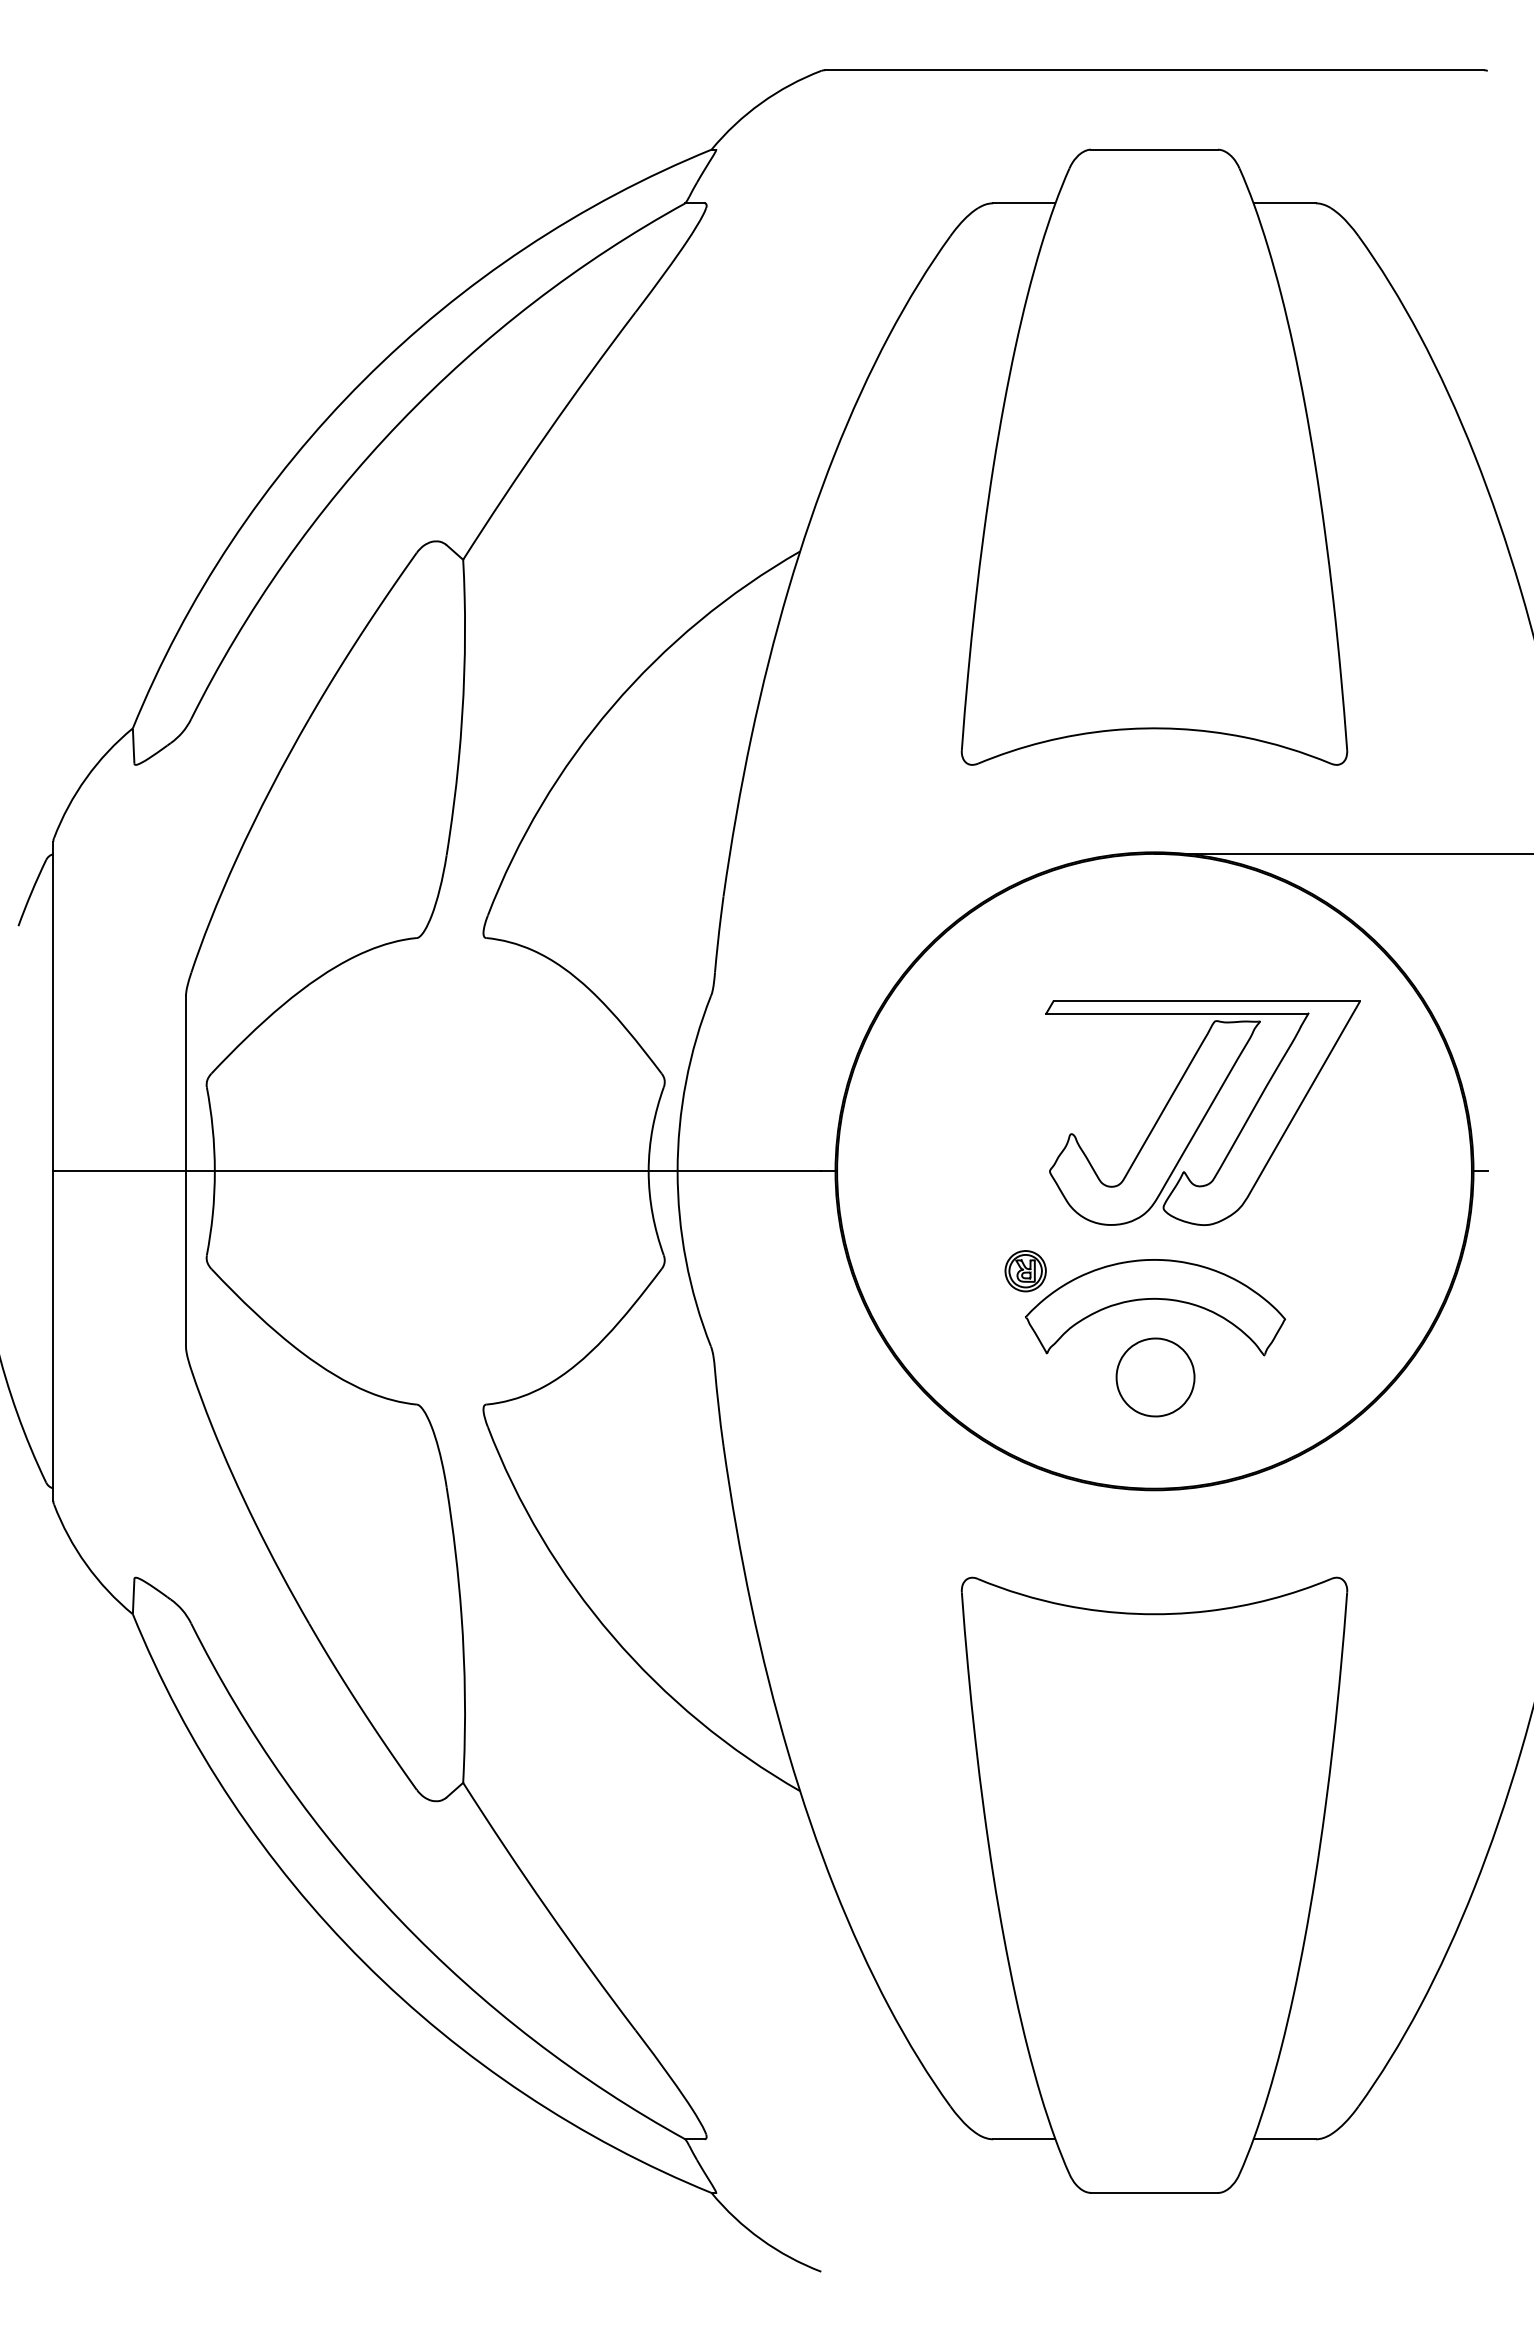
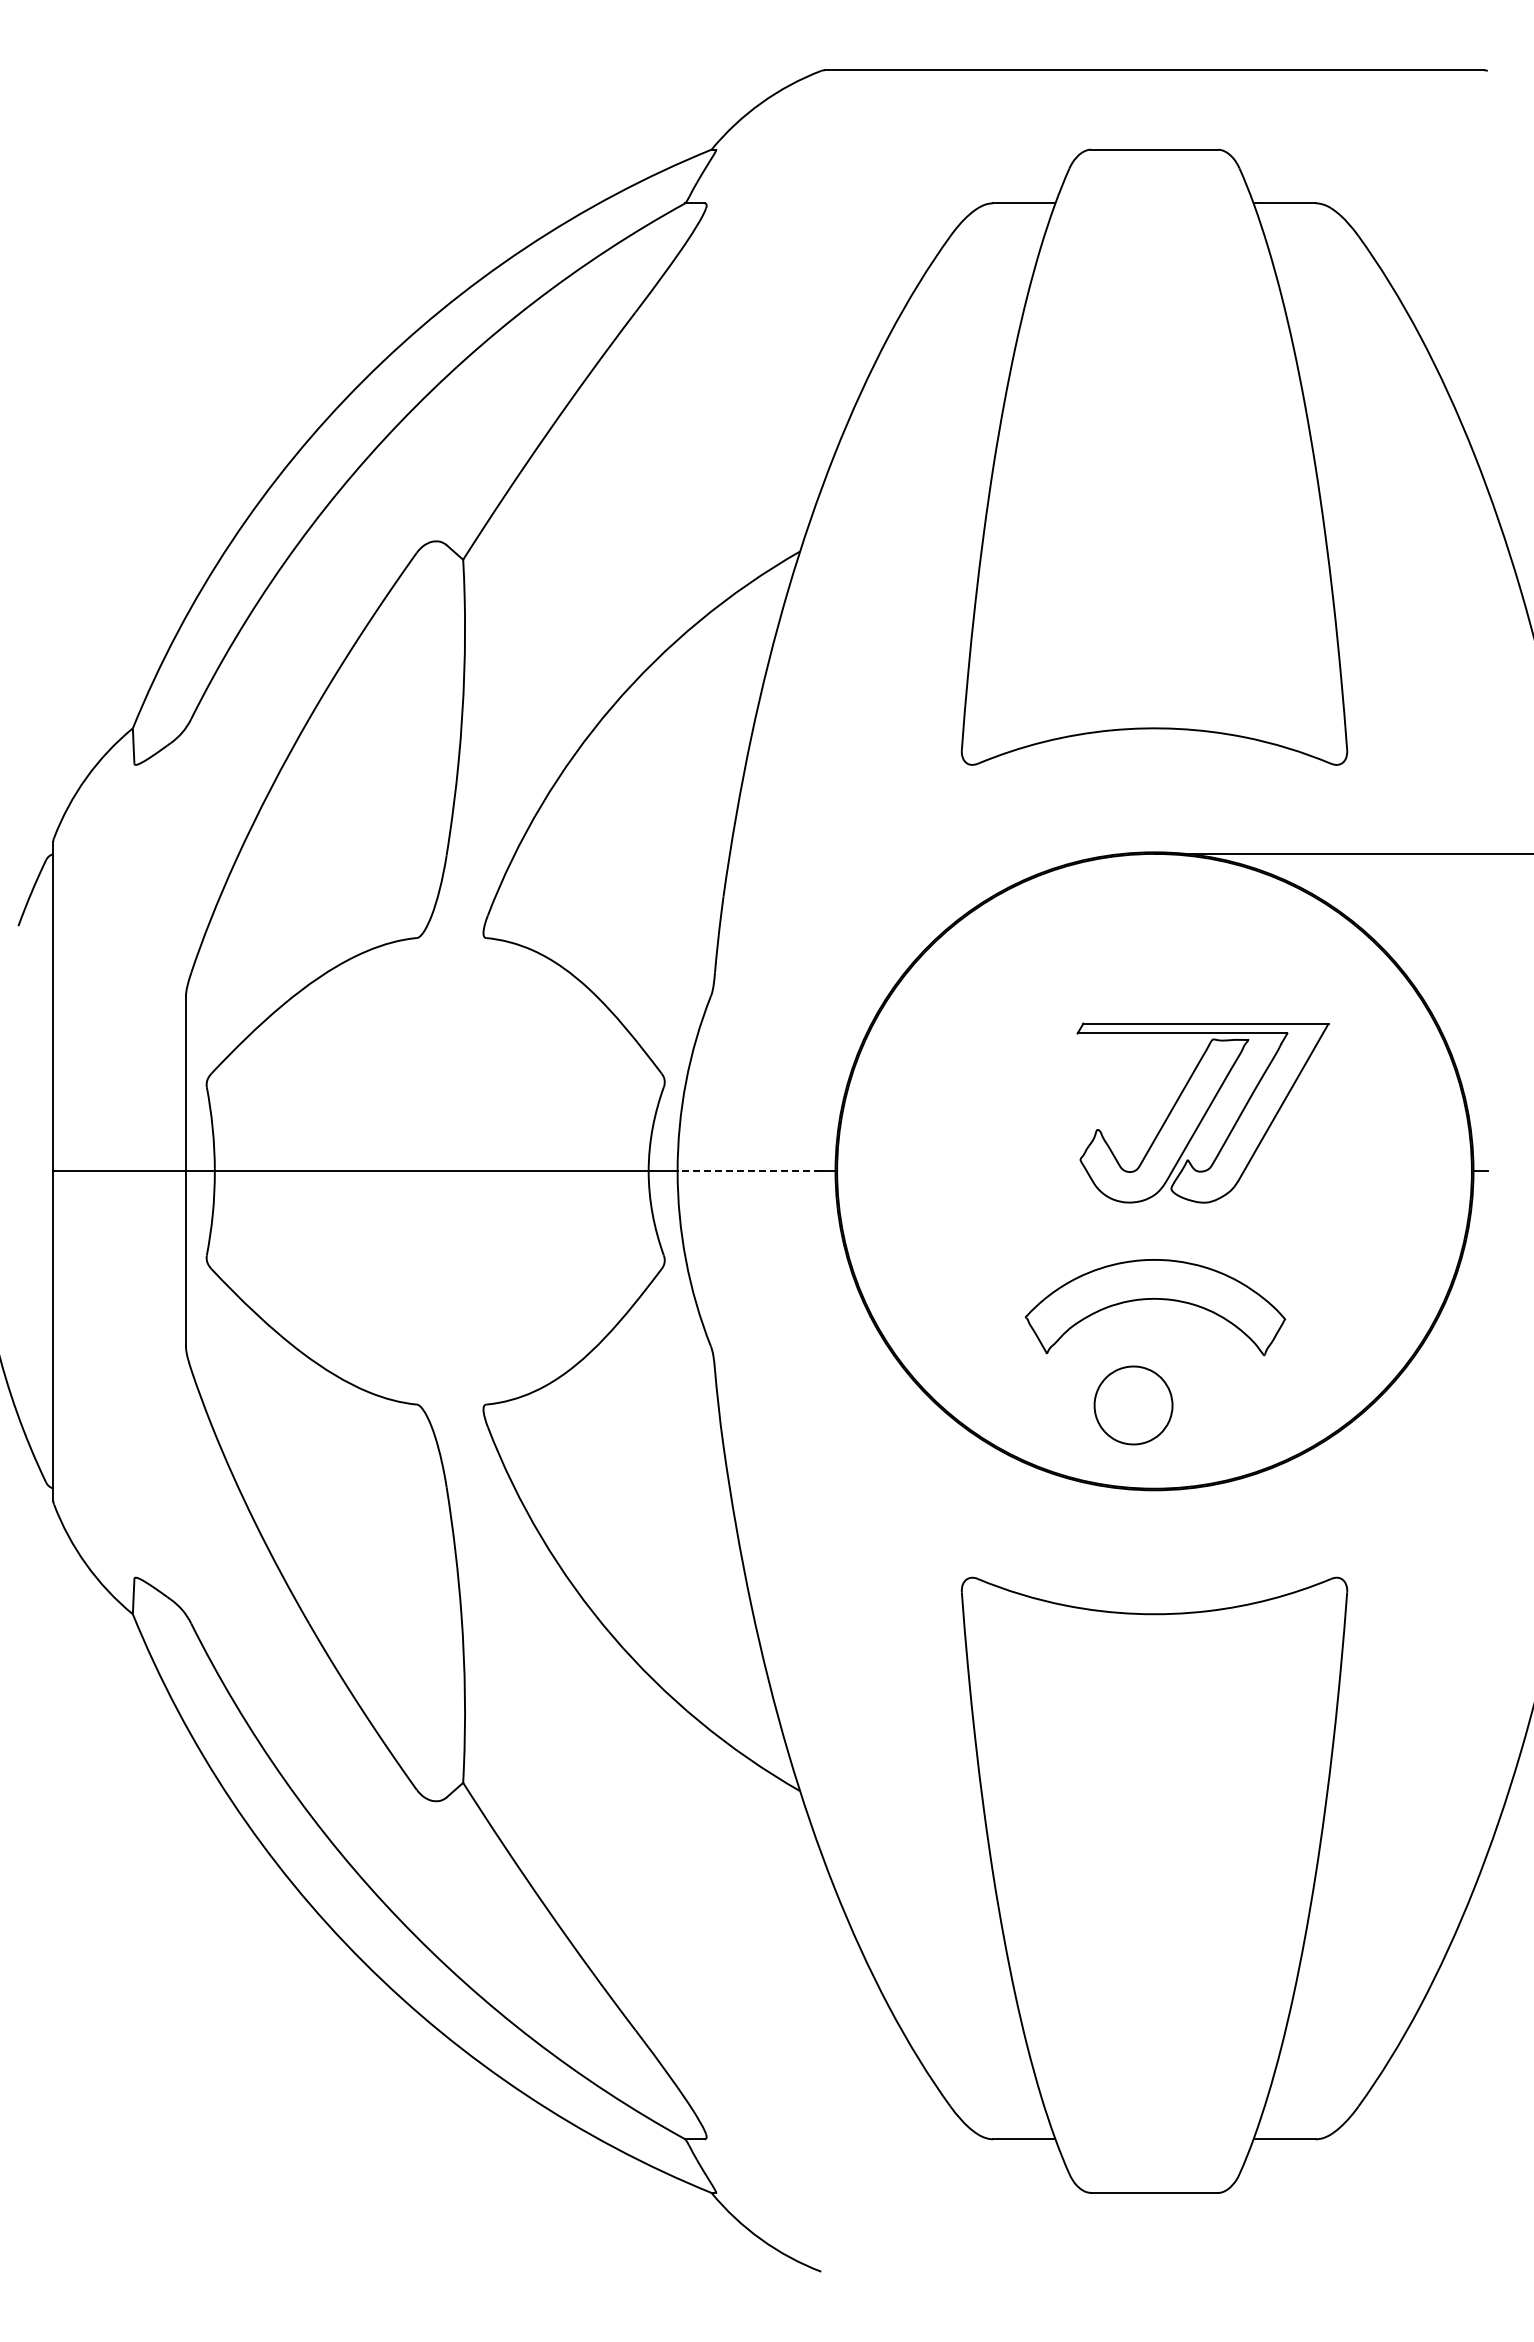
part at (1202, 1112) size: 316x226 px -> 254x182 px
line at (749, 1171): solid -> dashed
part at (1025, 1271): present -> none
part at (1155, 1377) position: (1155, 1377) -> (1133, 1405)
